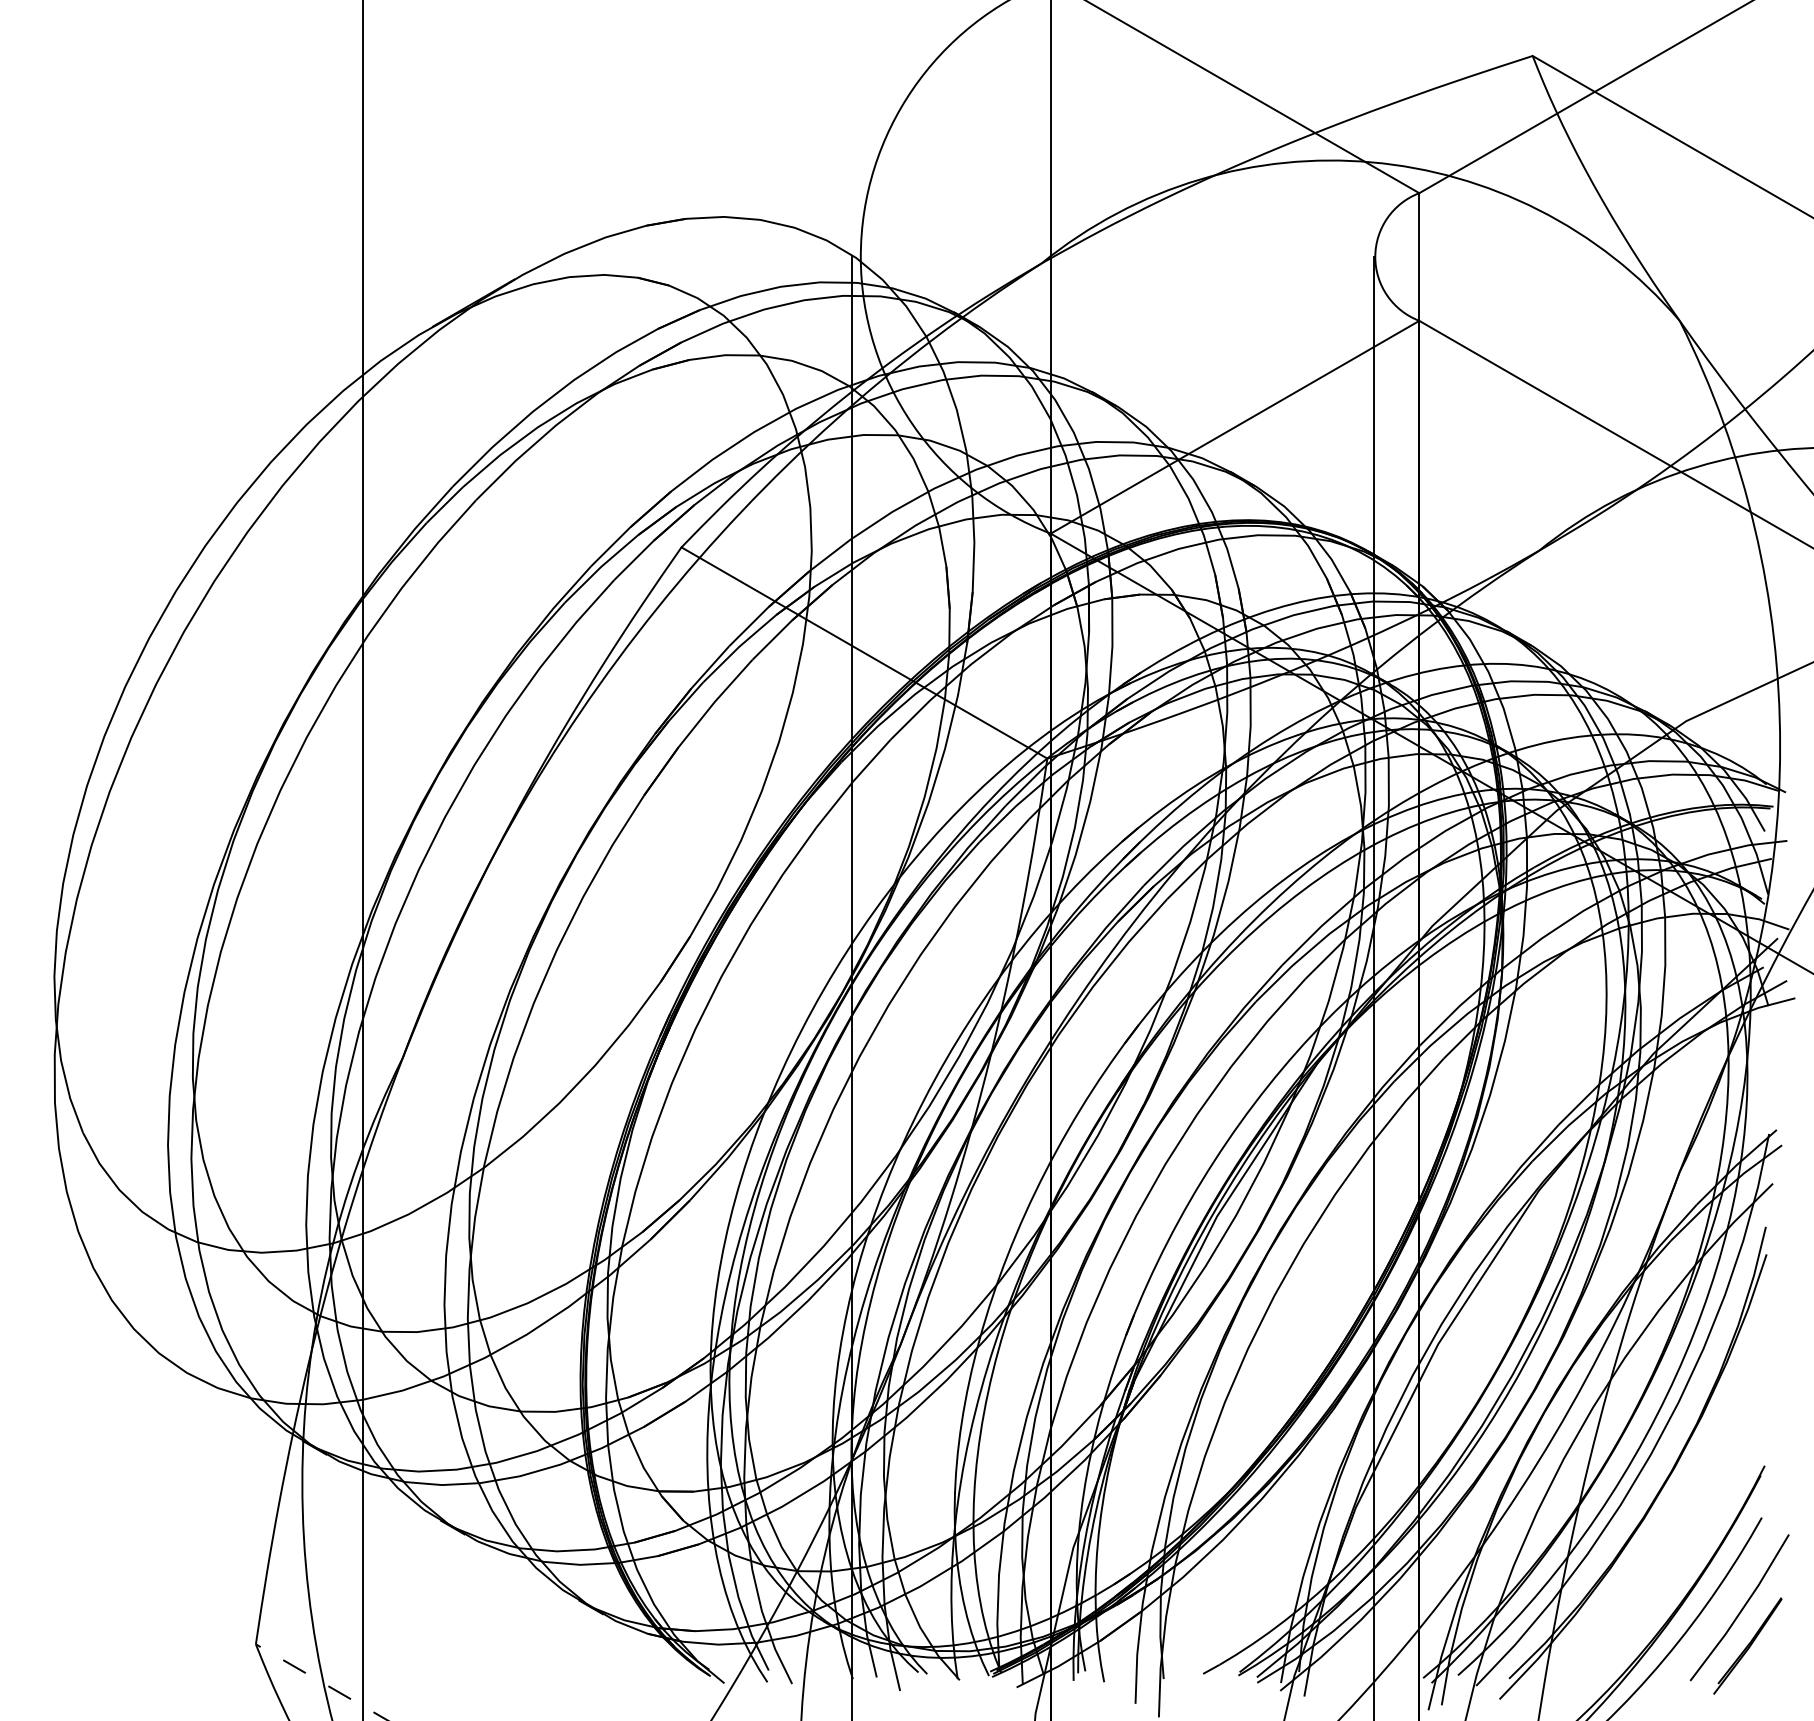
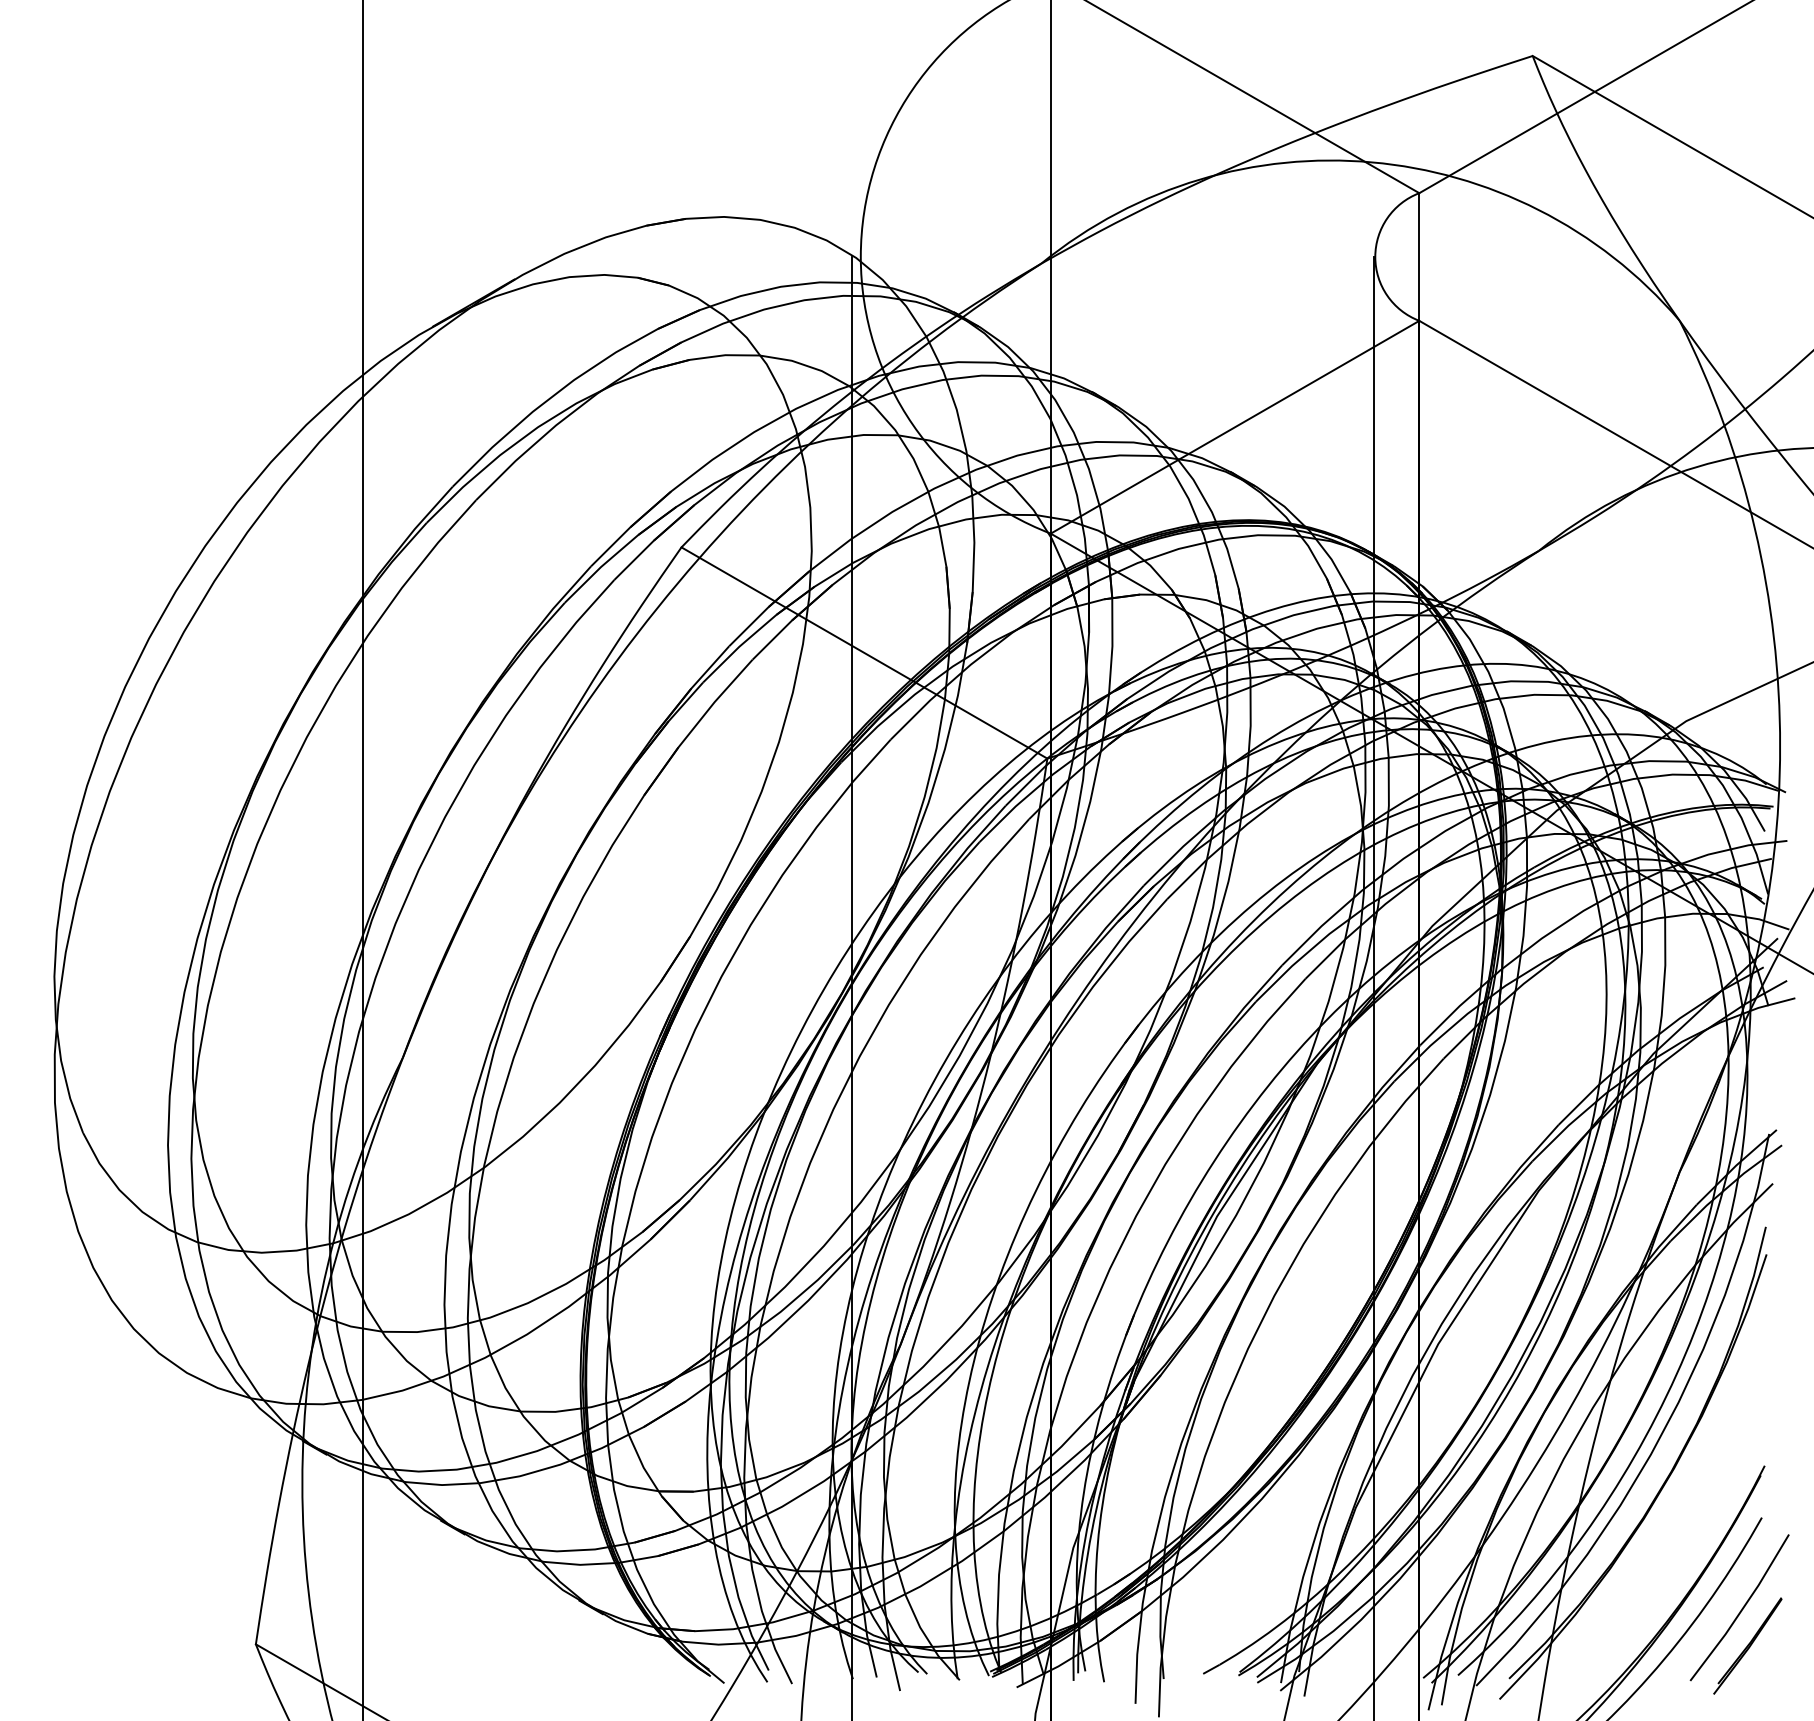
line at (321, 1682): dashed -> solid
